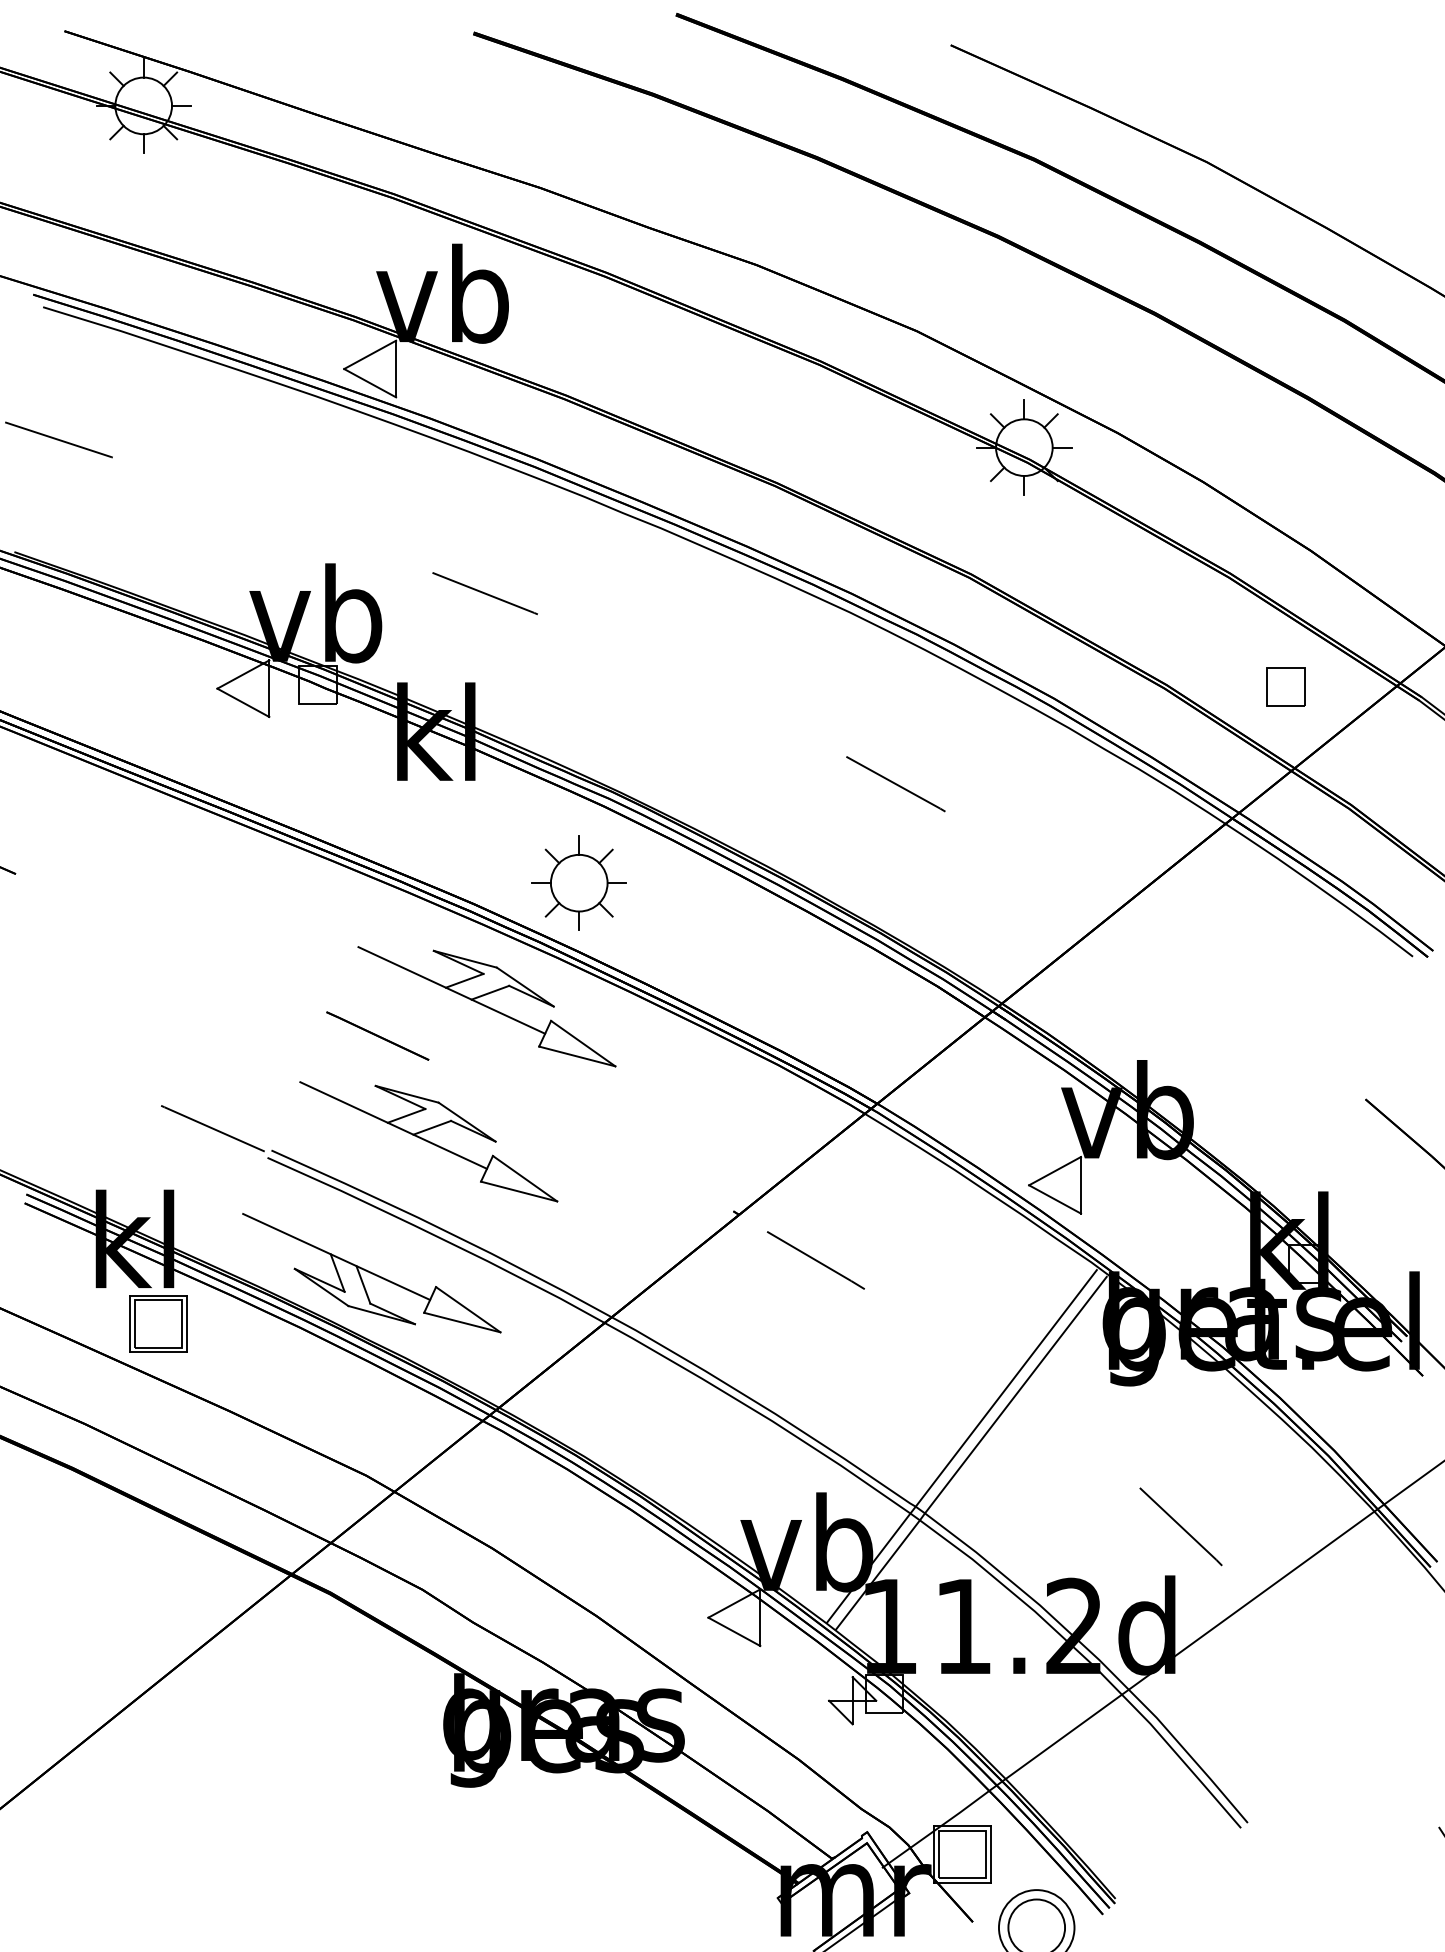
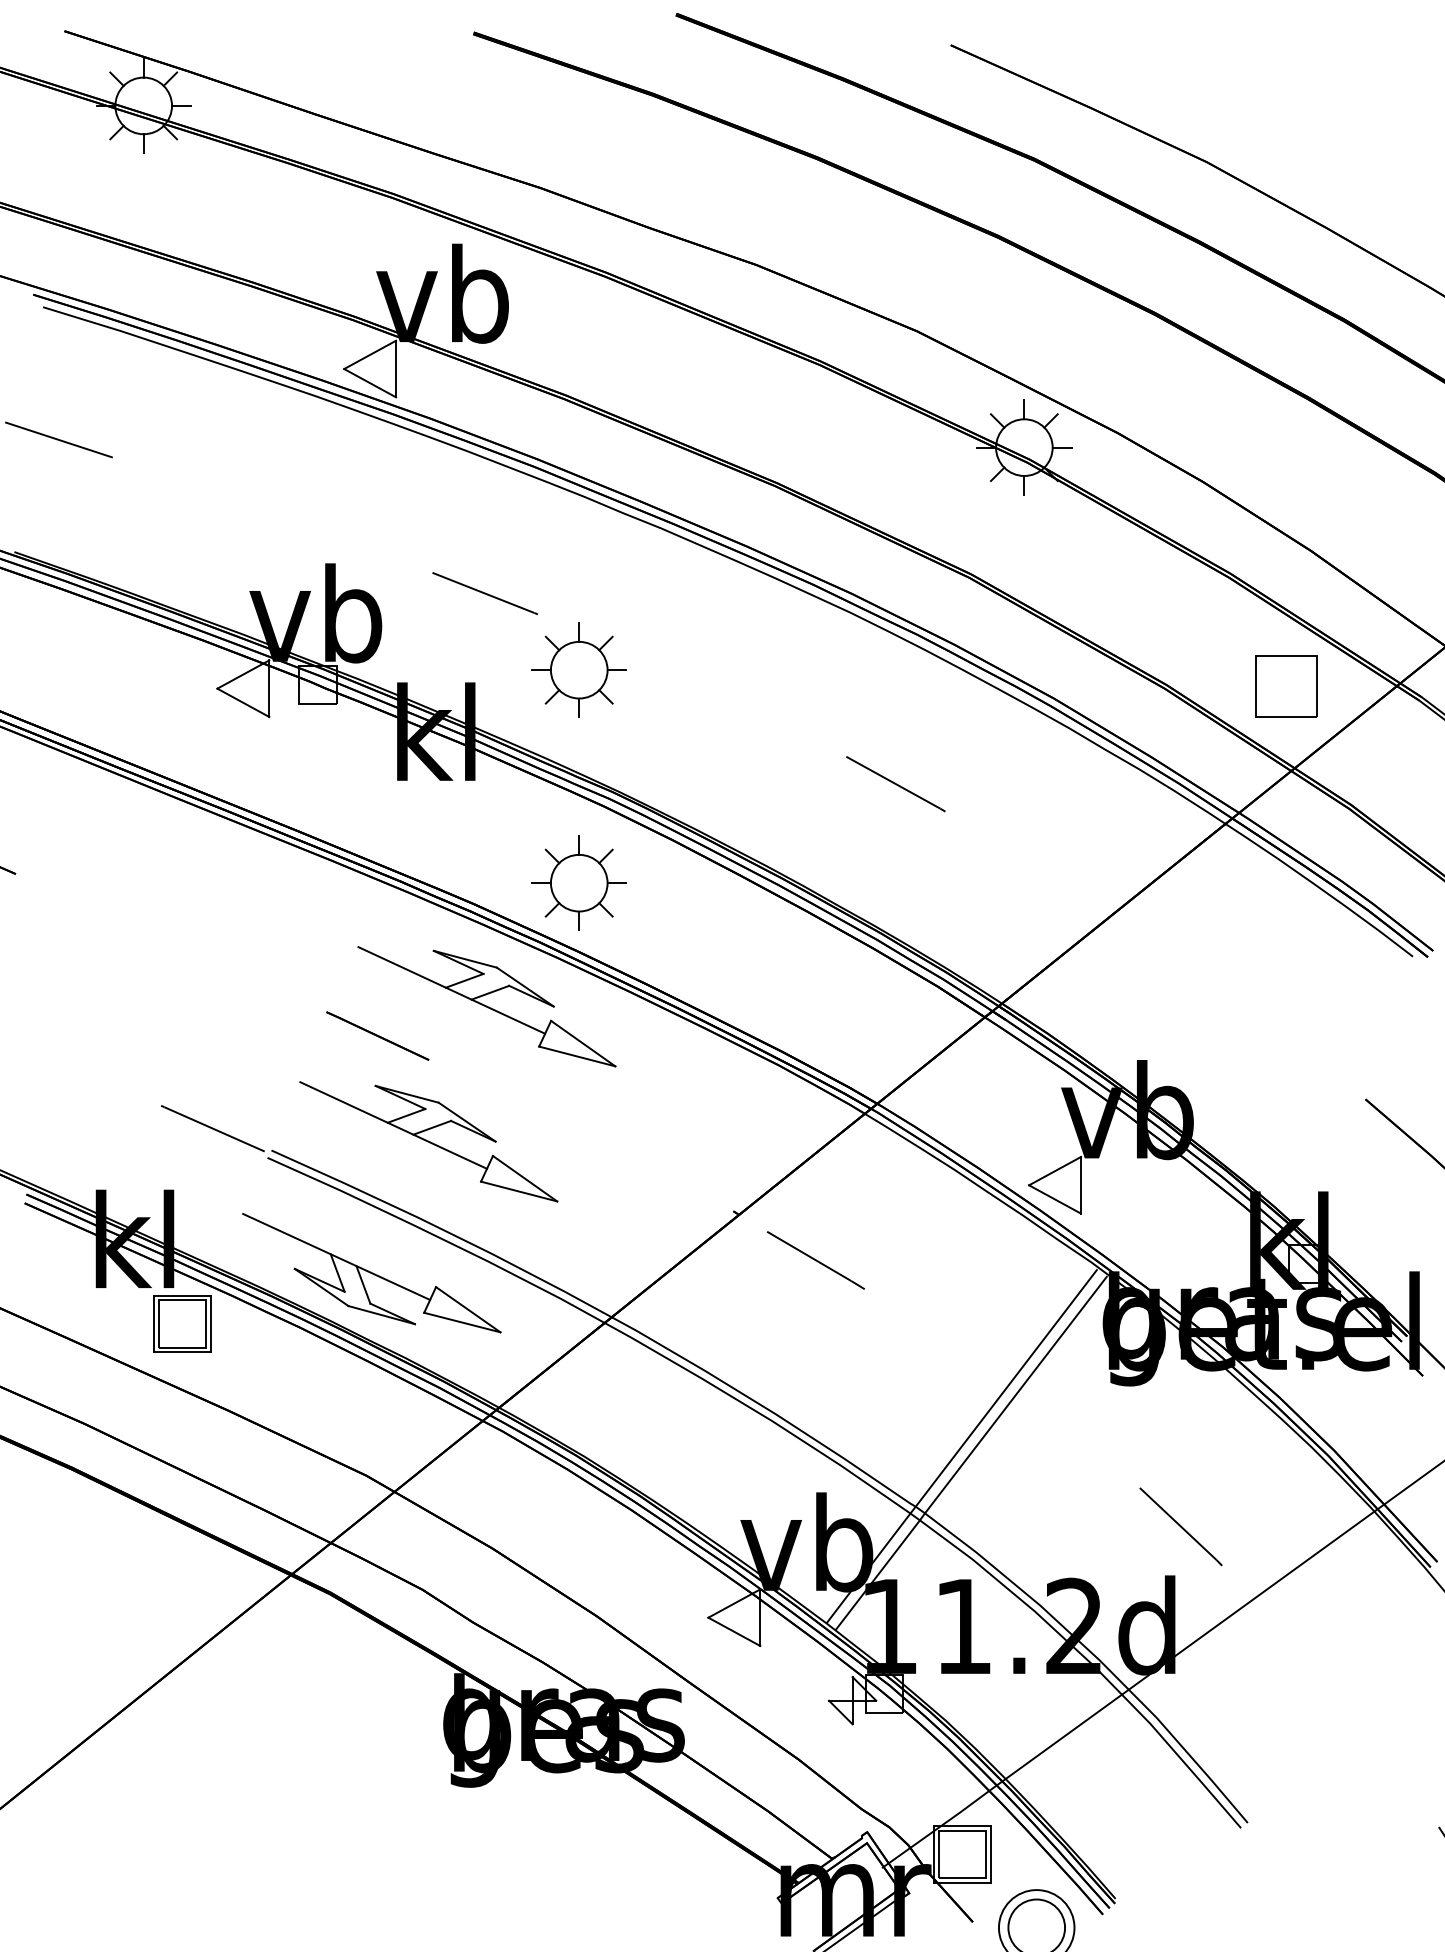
part at (578, 669): none -> present
part at (1285, 686) size: 40x40 px -> 63x63 px
part at (158, 1323) position: (158, 1323) -> (182, 1323)
